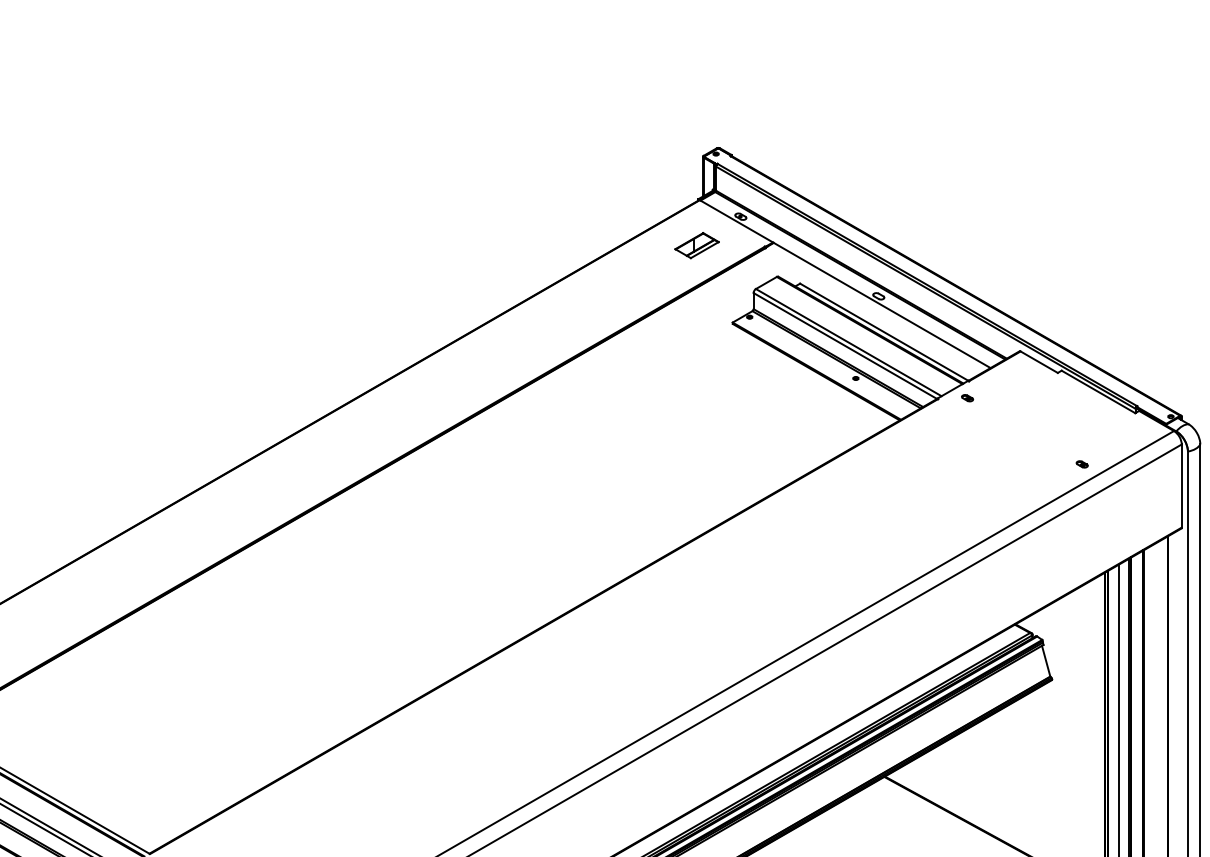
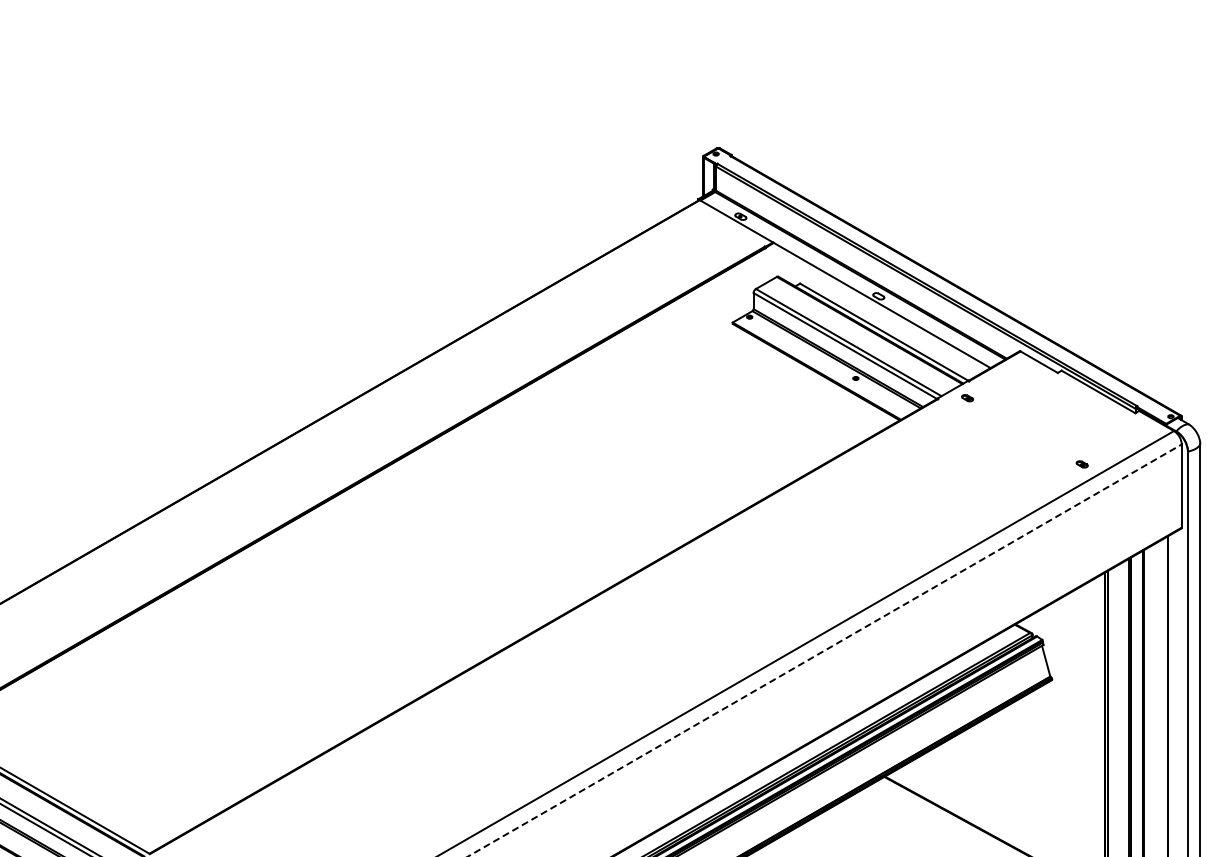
part at (696, 245): present -> none
line at (824, 650): solid -> dashed
line at (1118, 708): present -> none
